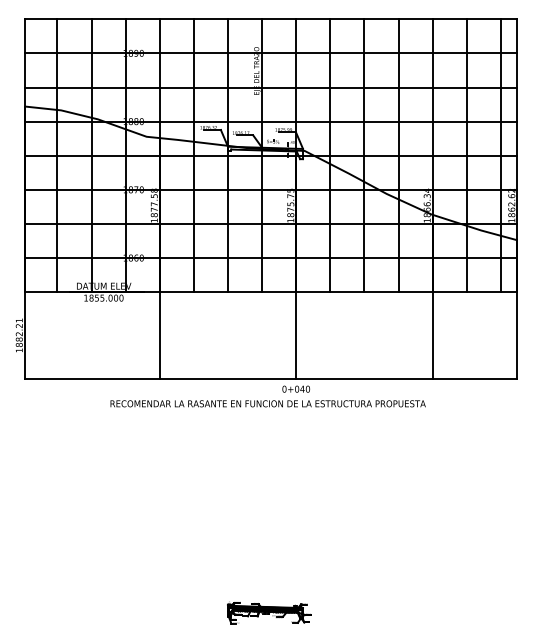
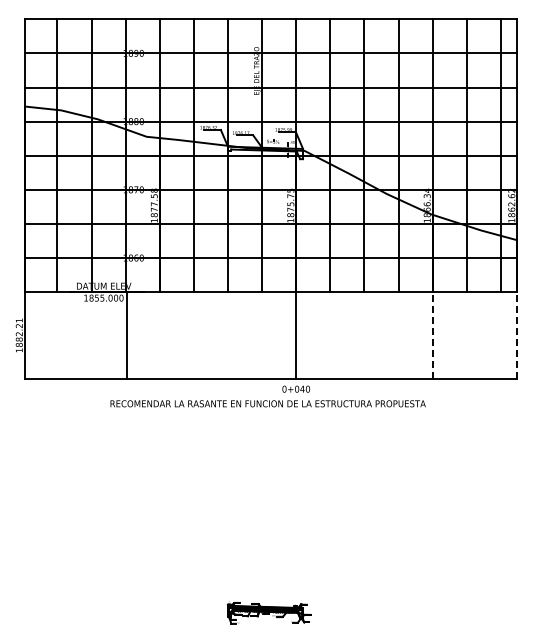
line at (159, 335) position: (159, 335) -> (126, 335)
line at (432, 335): solid -> dashed
line at (517, 335): solid -> dashed
